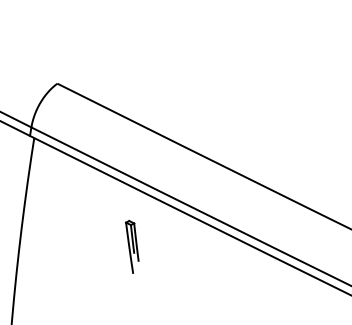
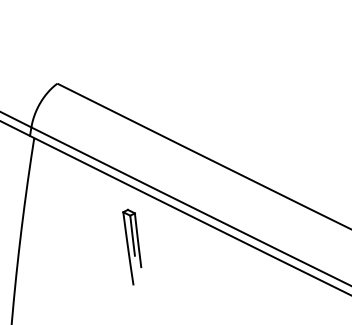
part at (132, 246) size: 15x55 px -> 21x78 px
